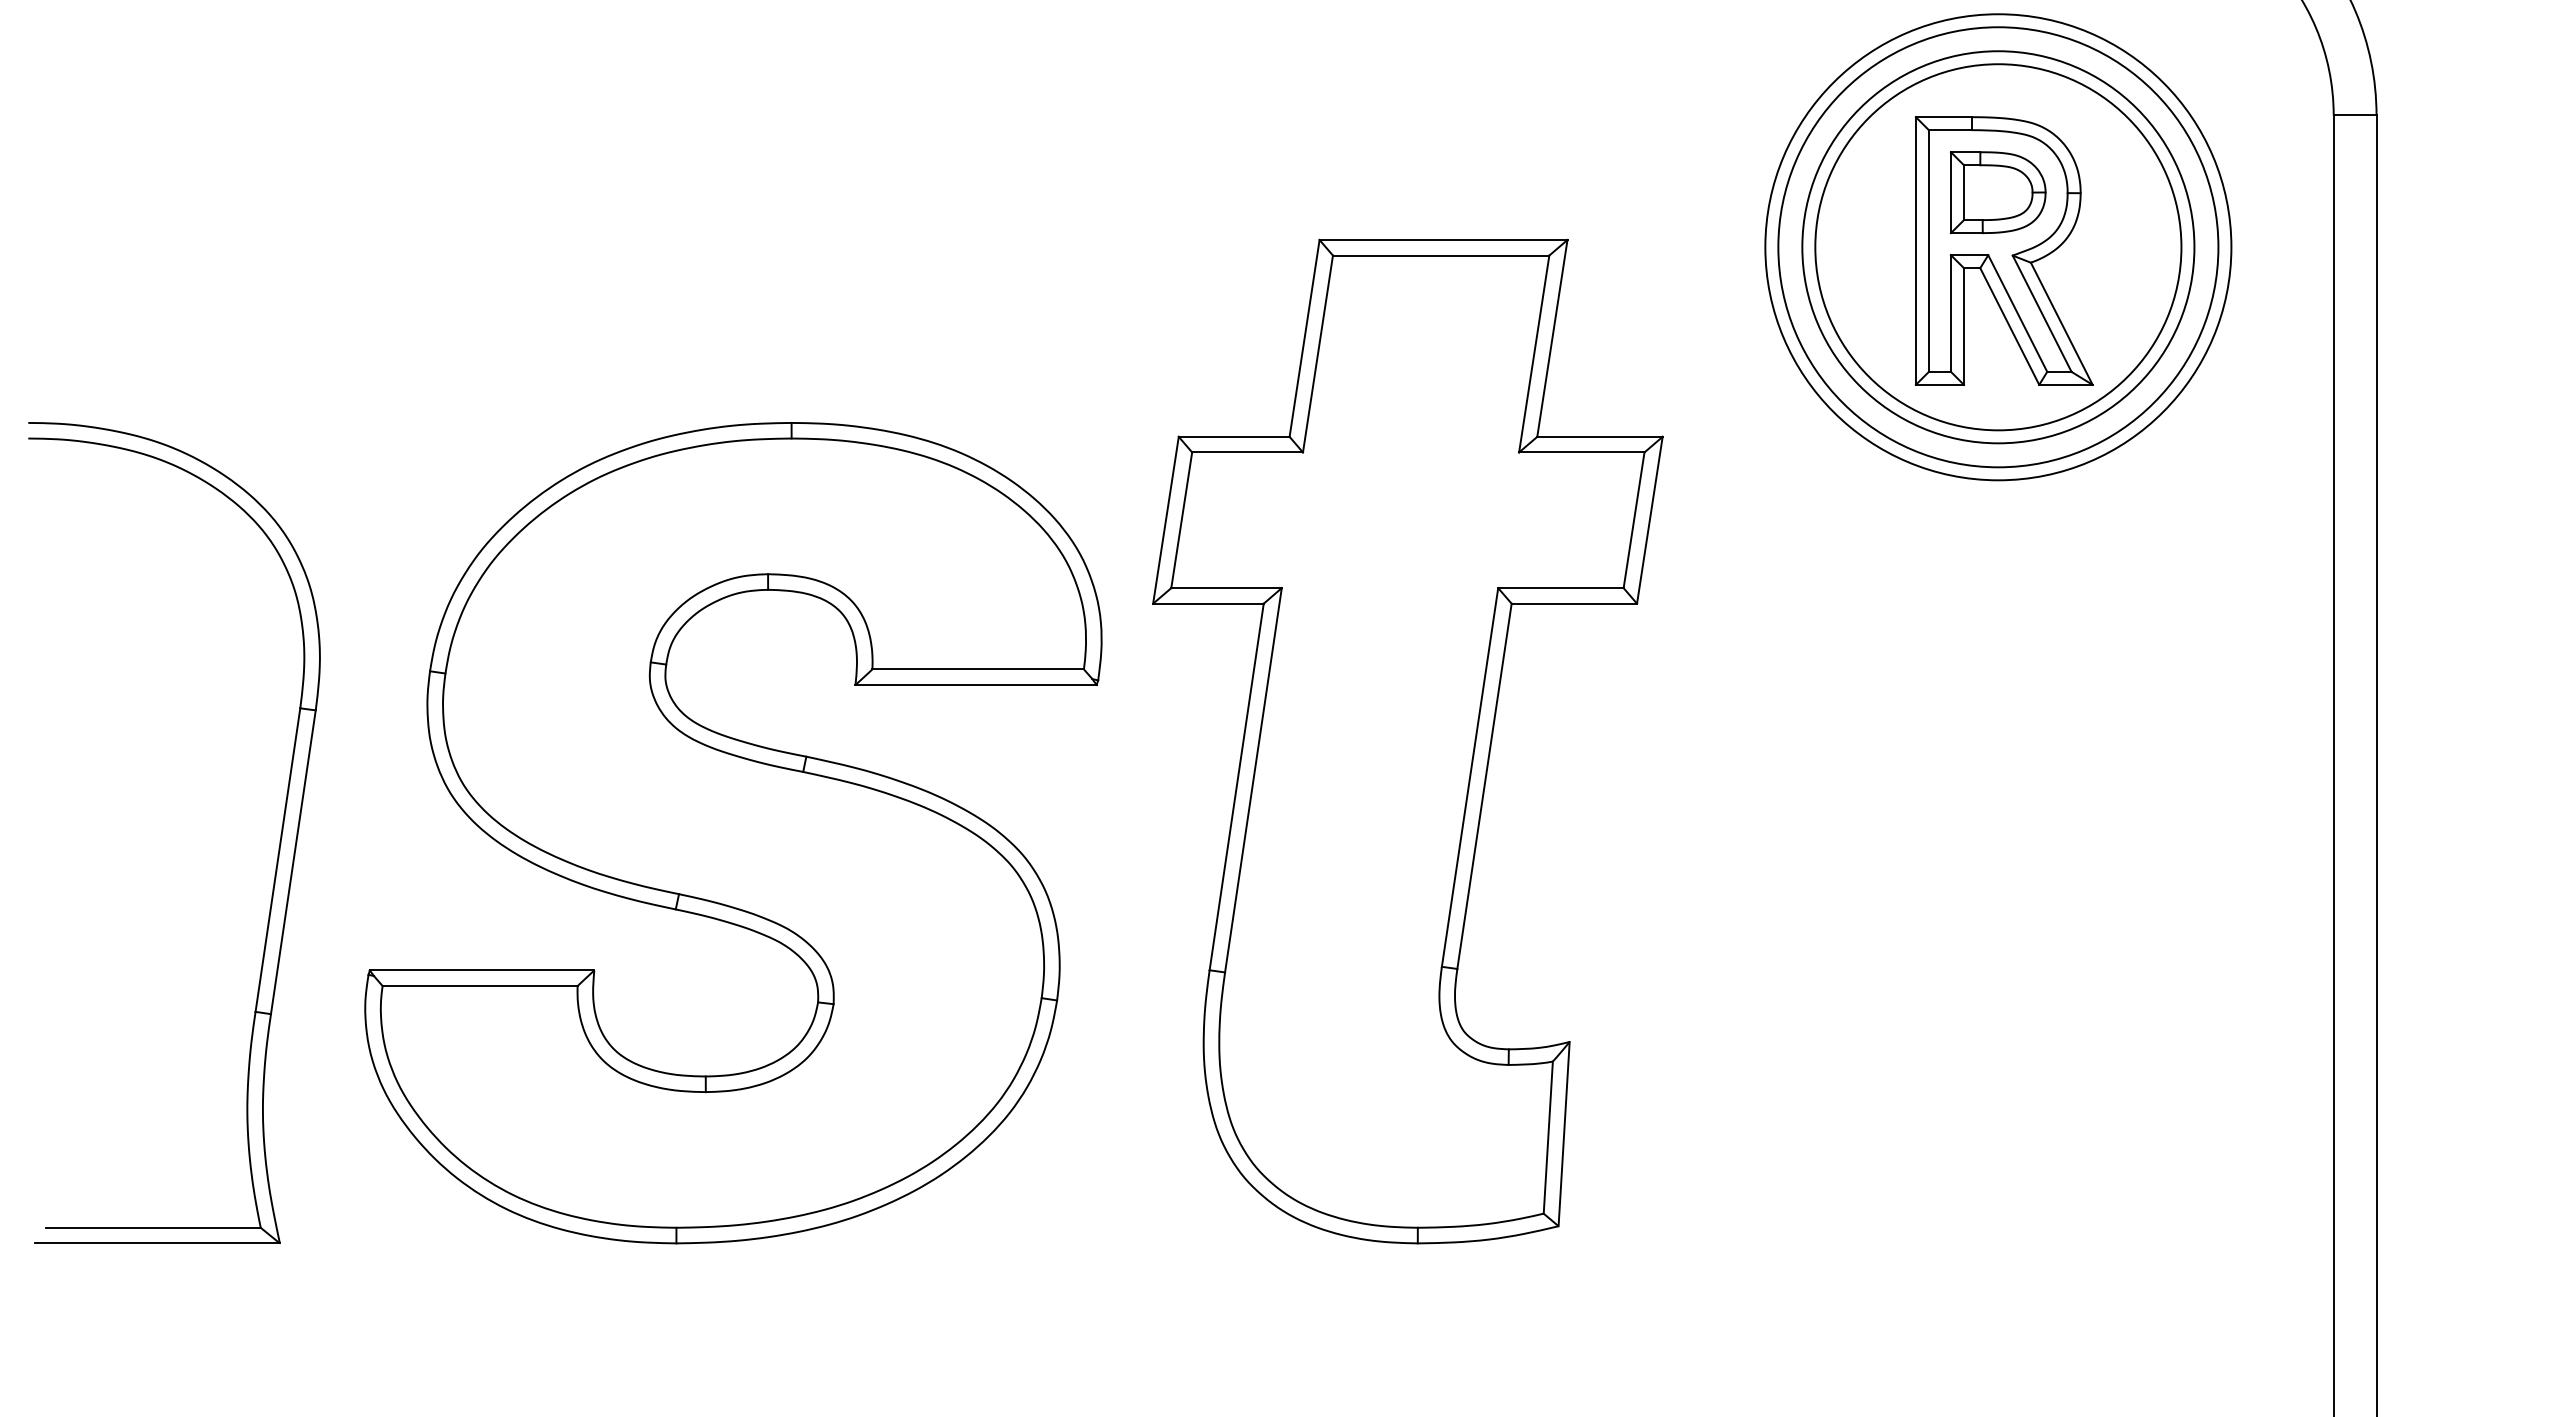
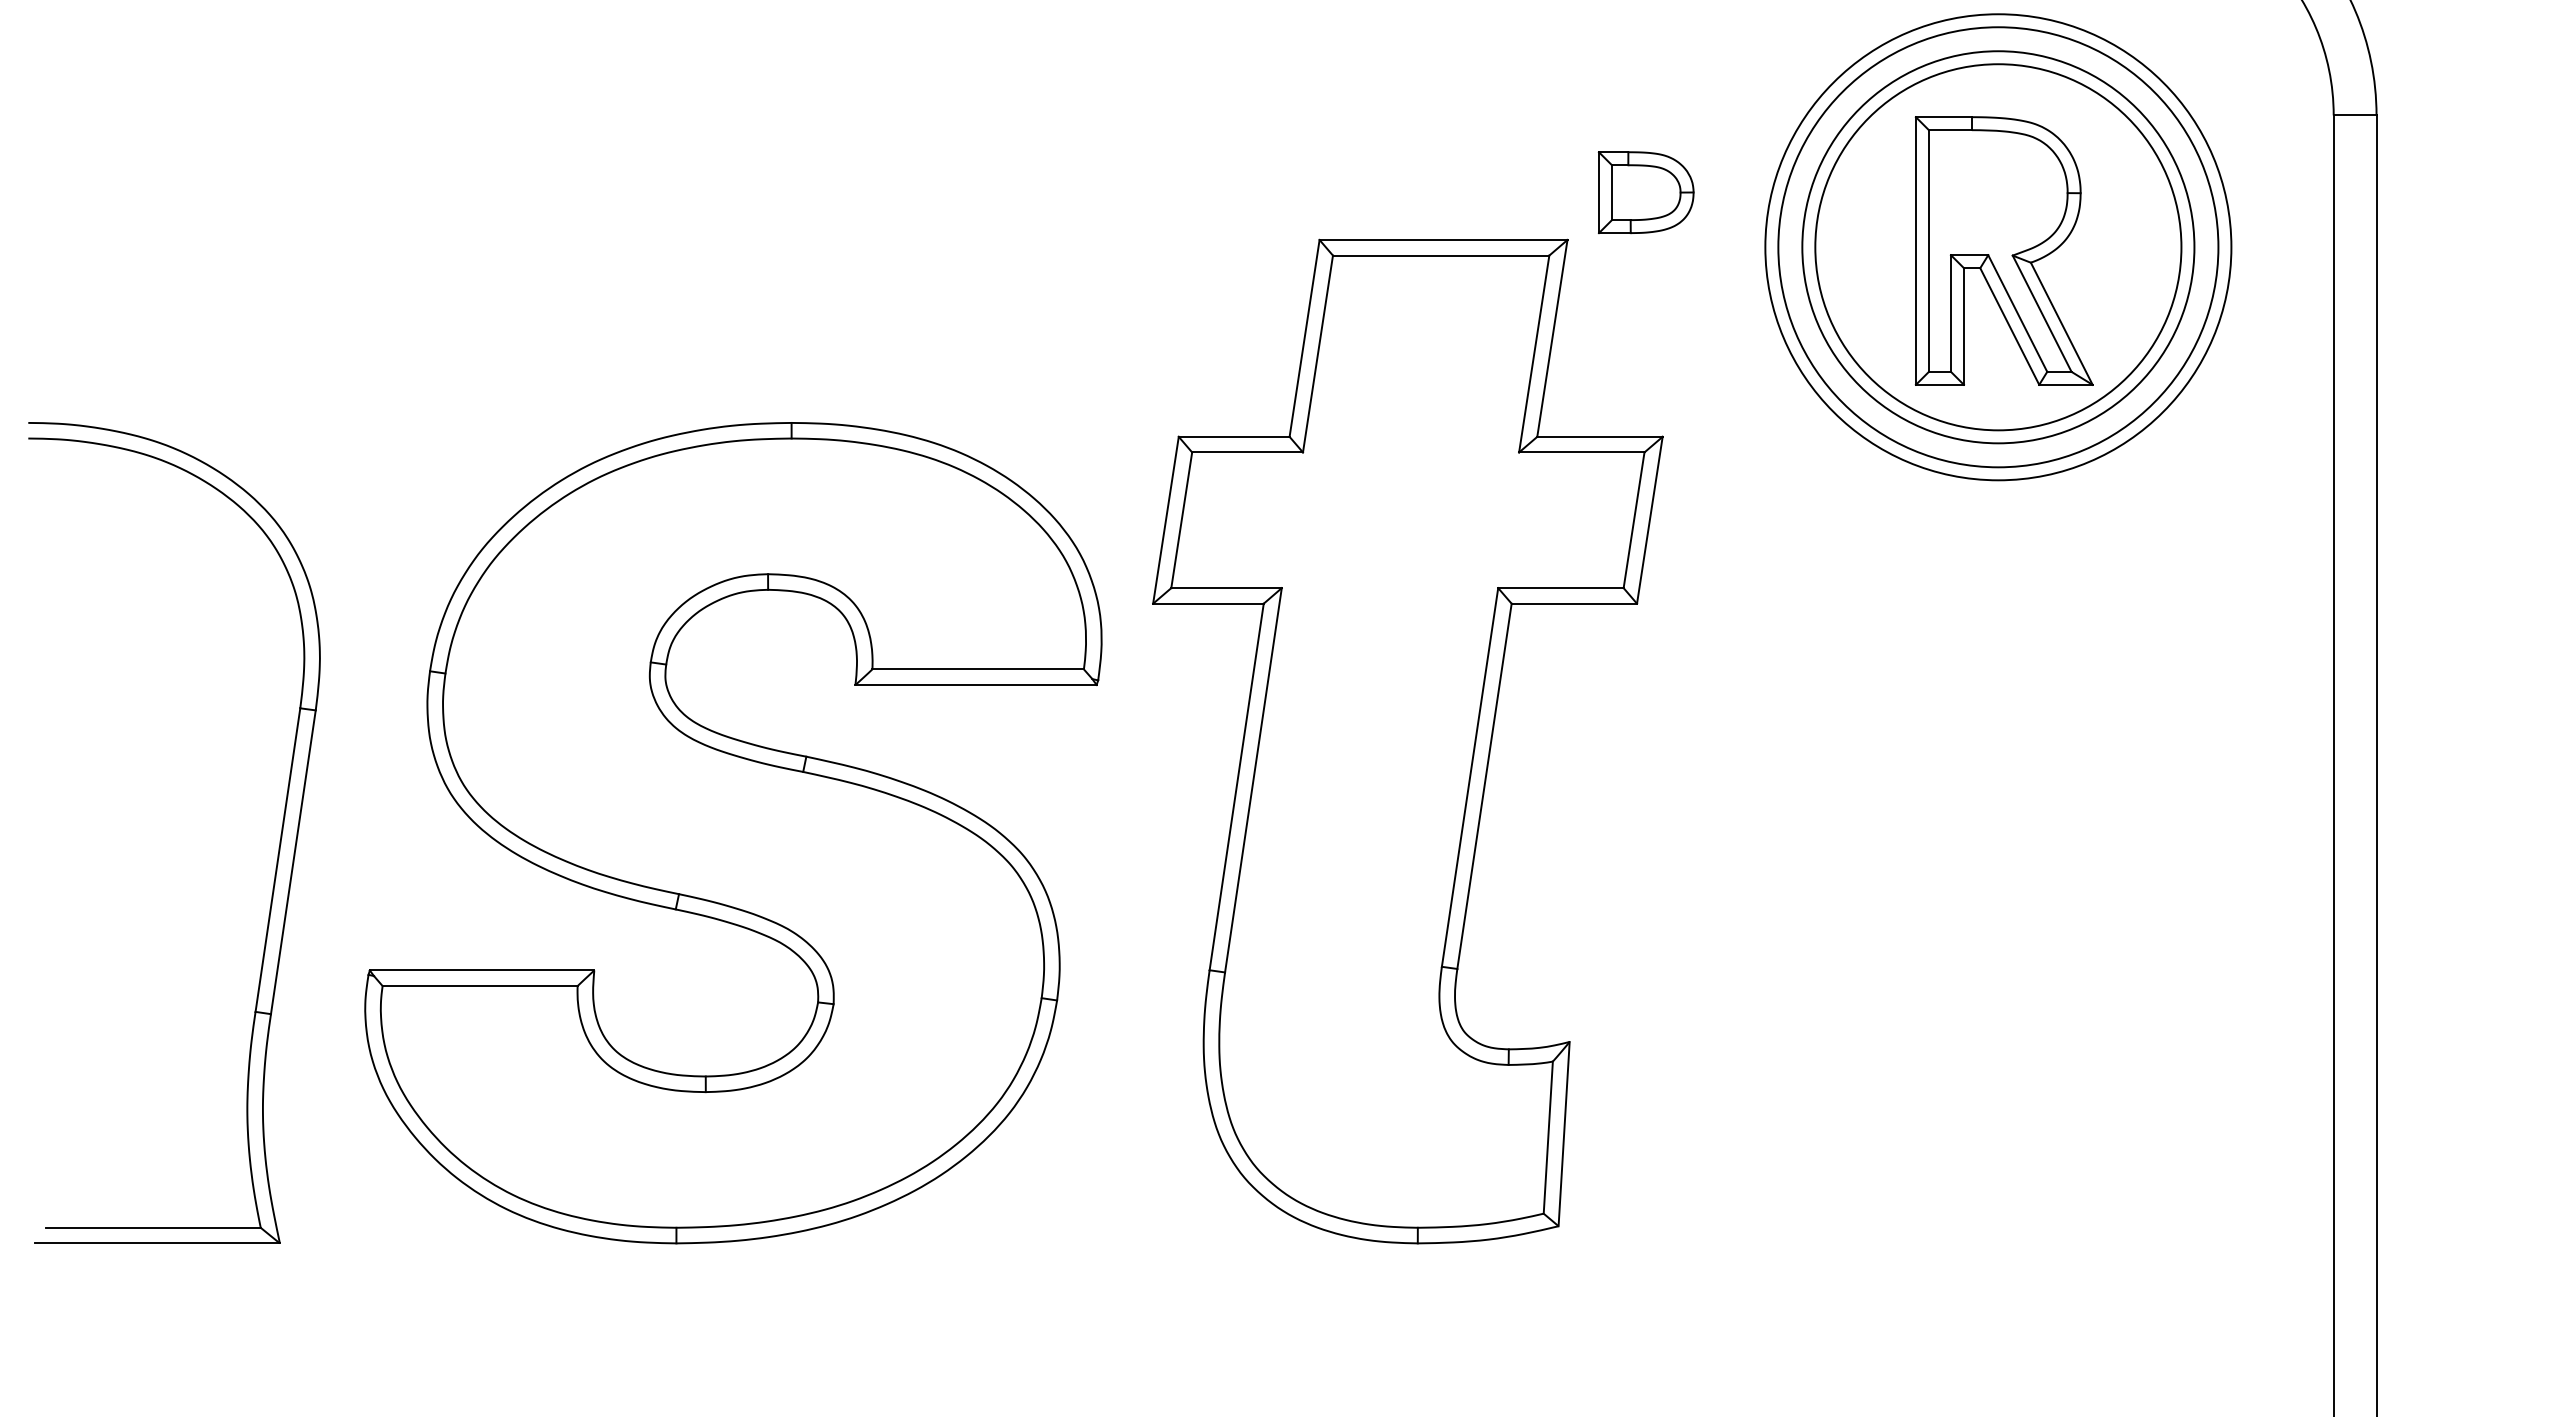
part at (1997, 192) position: (1997, 192) -> (1645, 192)
